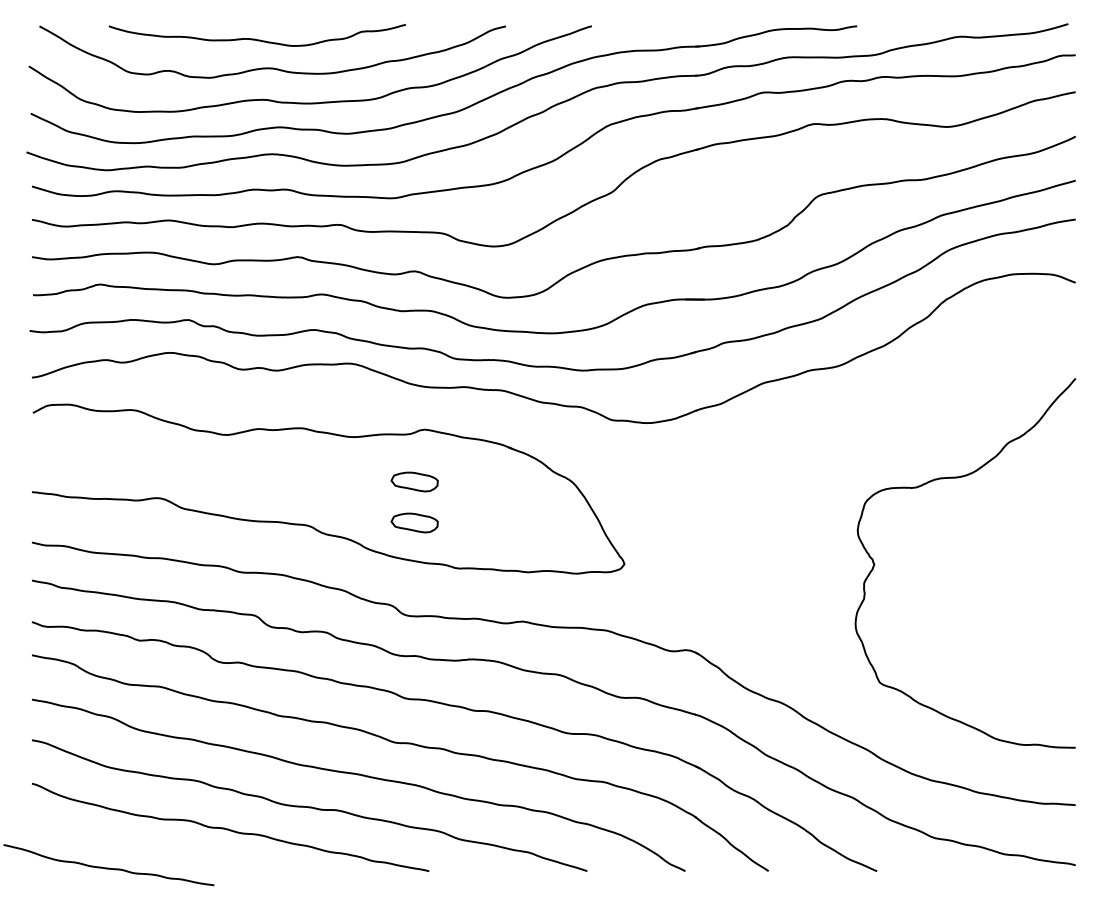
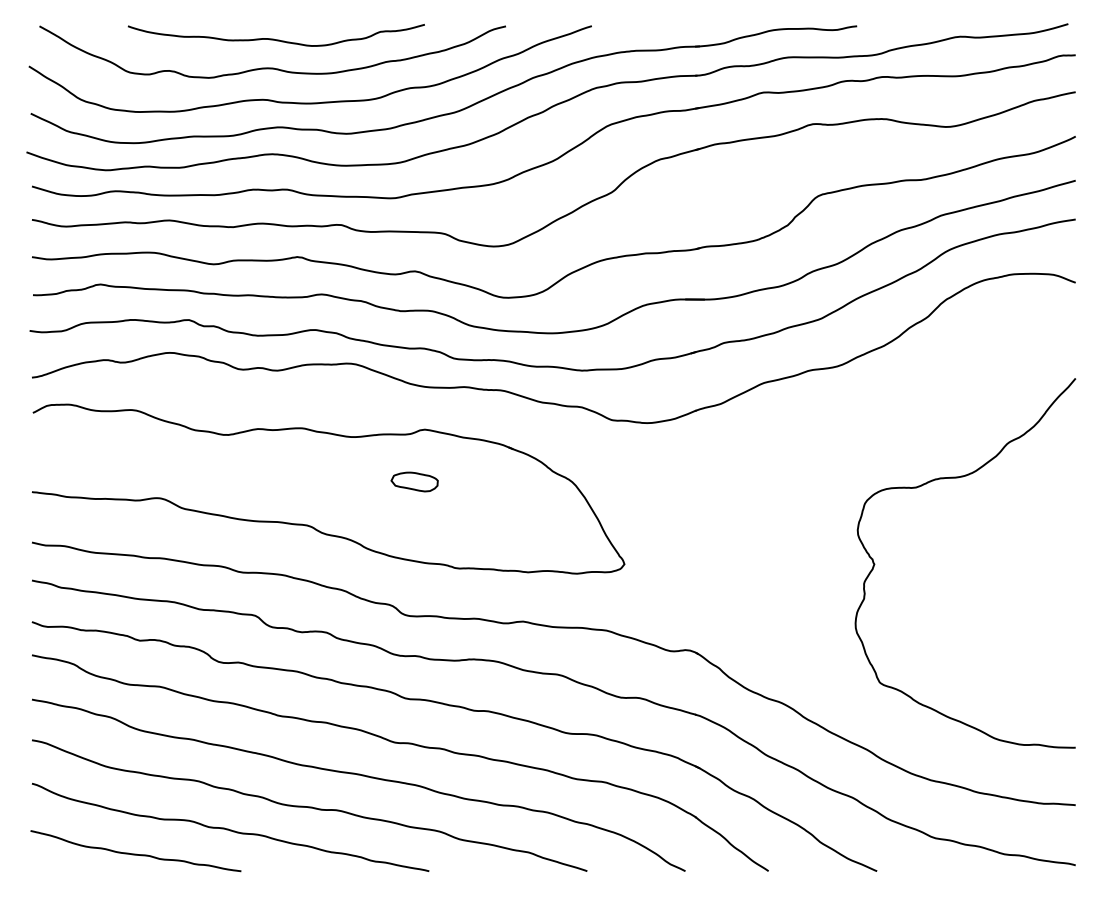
curve at (254, 38) position: (254, 38) -> (273, 38)
part at (414, 522): present -> none
curve at (108, 867) position: (108, 867) -> (135, 853)
